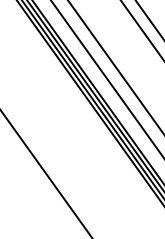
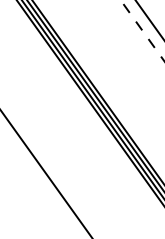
line at (142, 30): solid -> dashed
line at (115, 66): present -> none
line at (106, 78): present -> none
